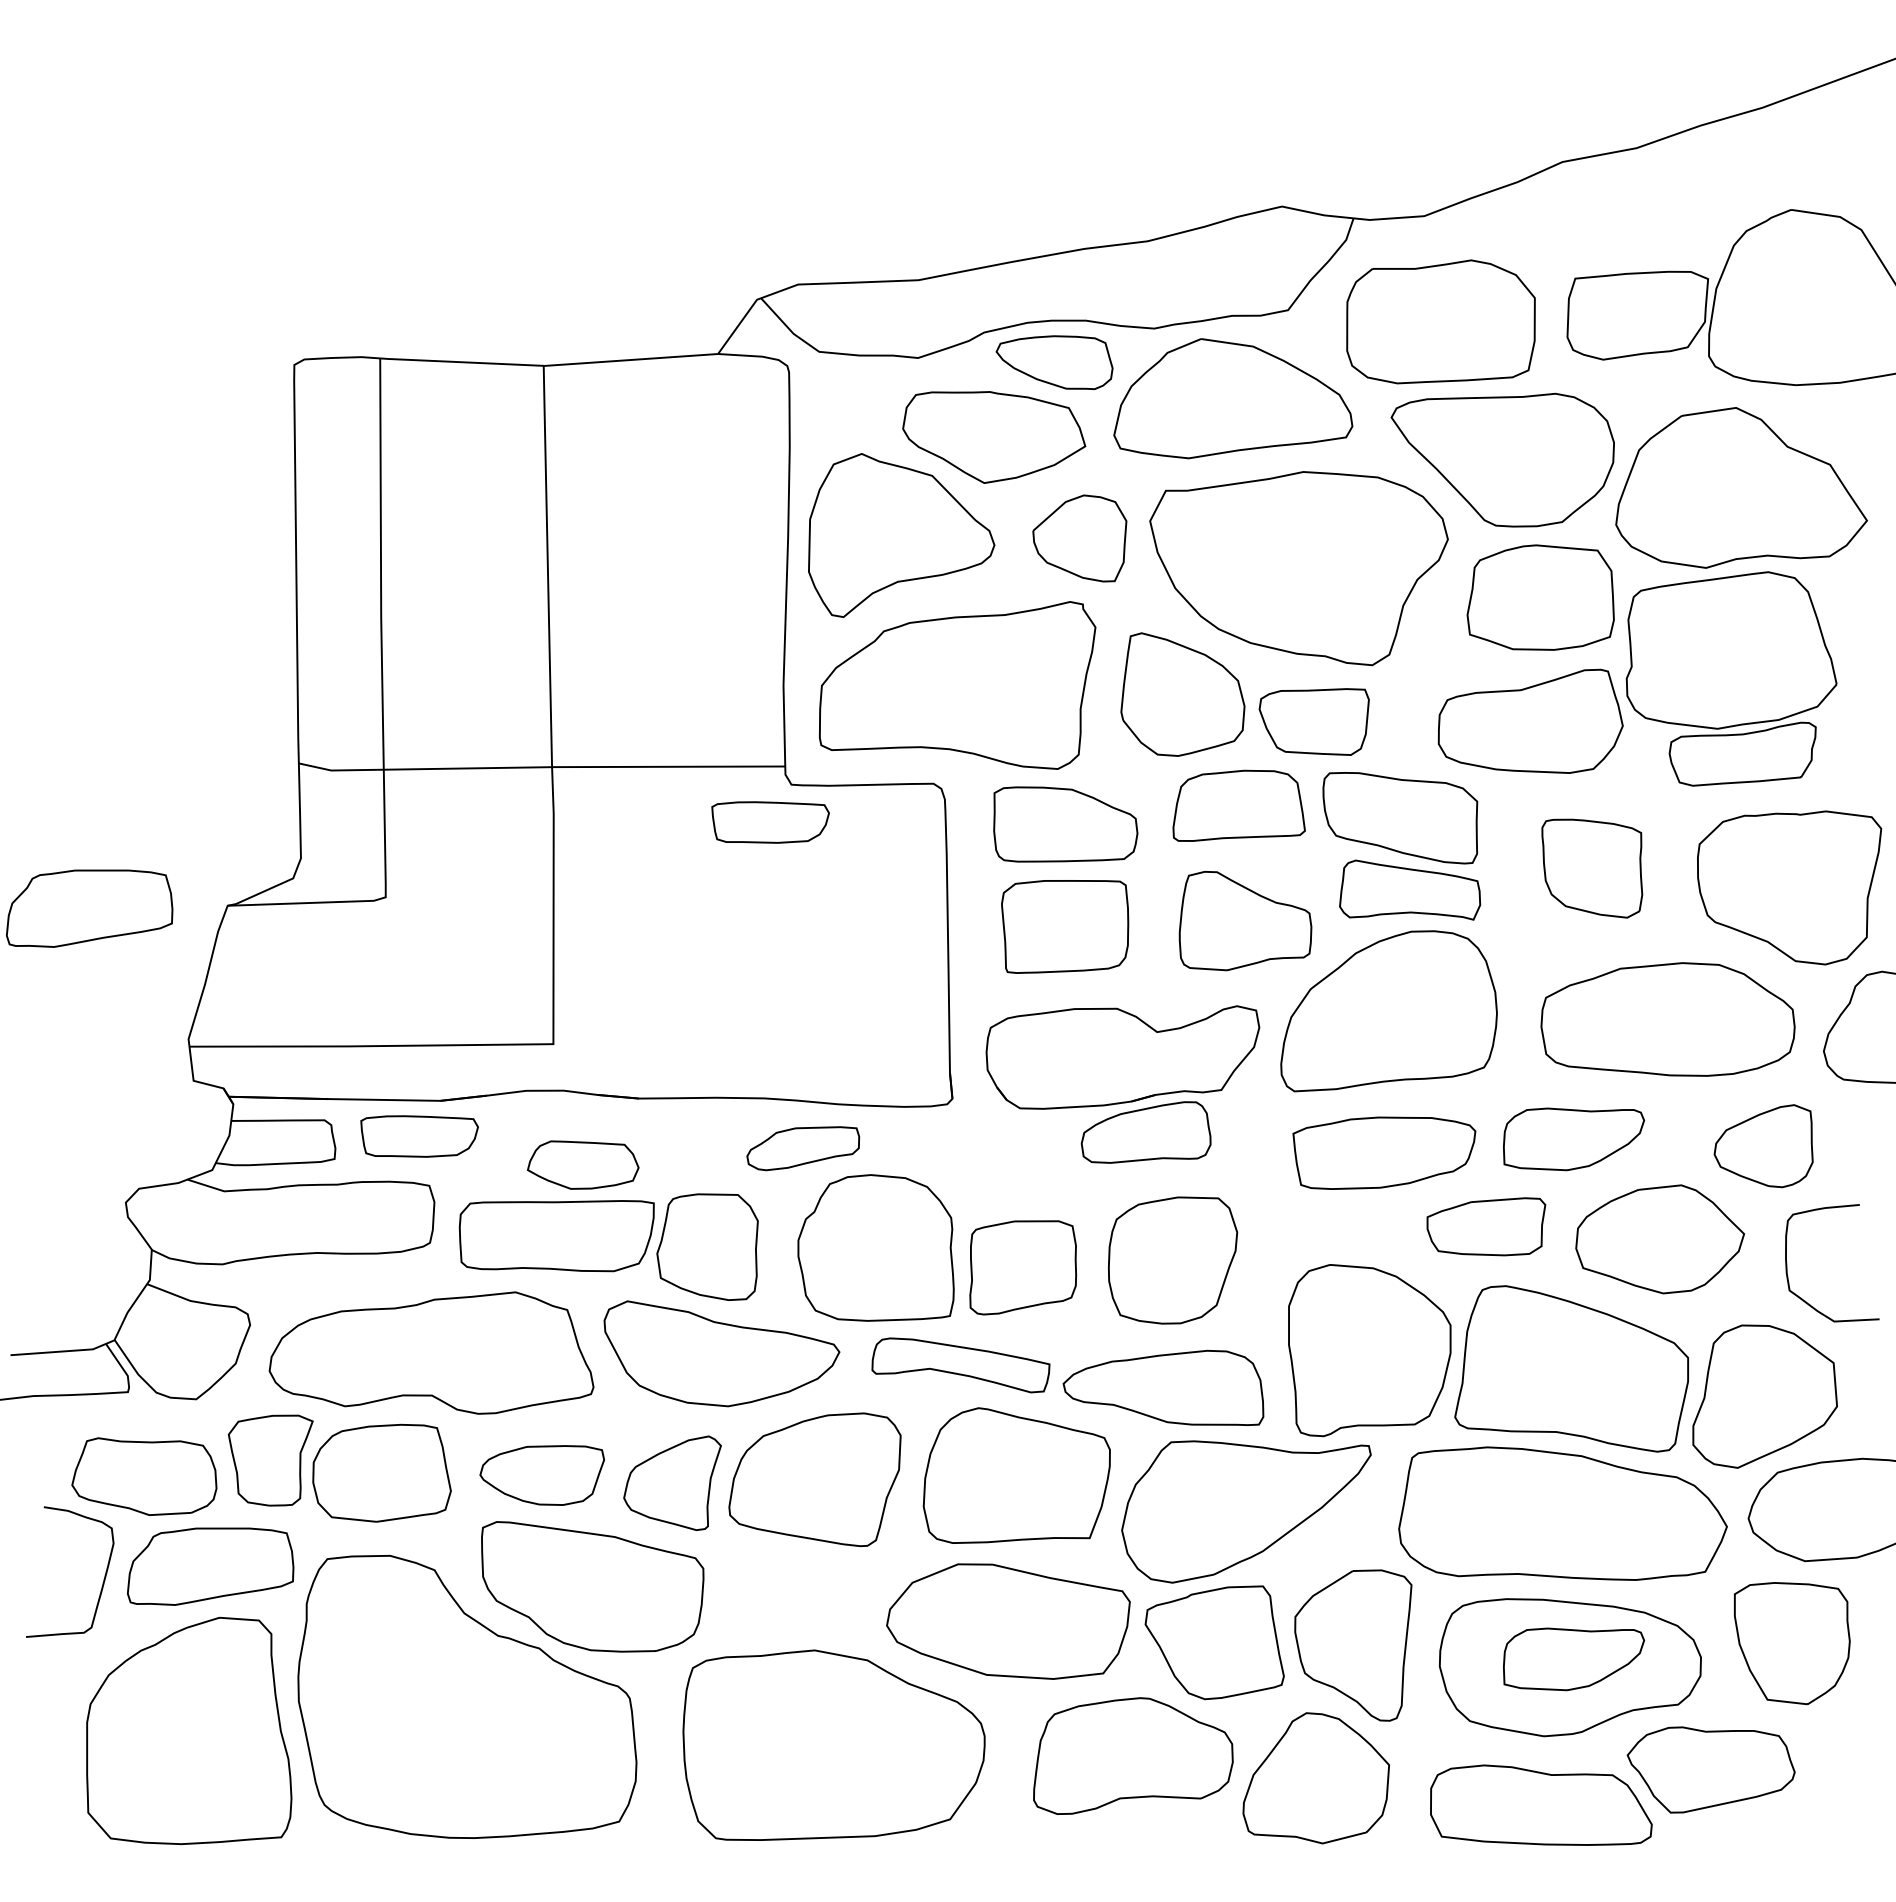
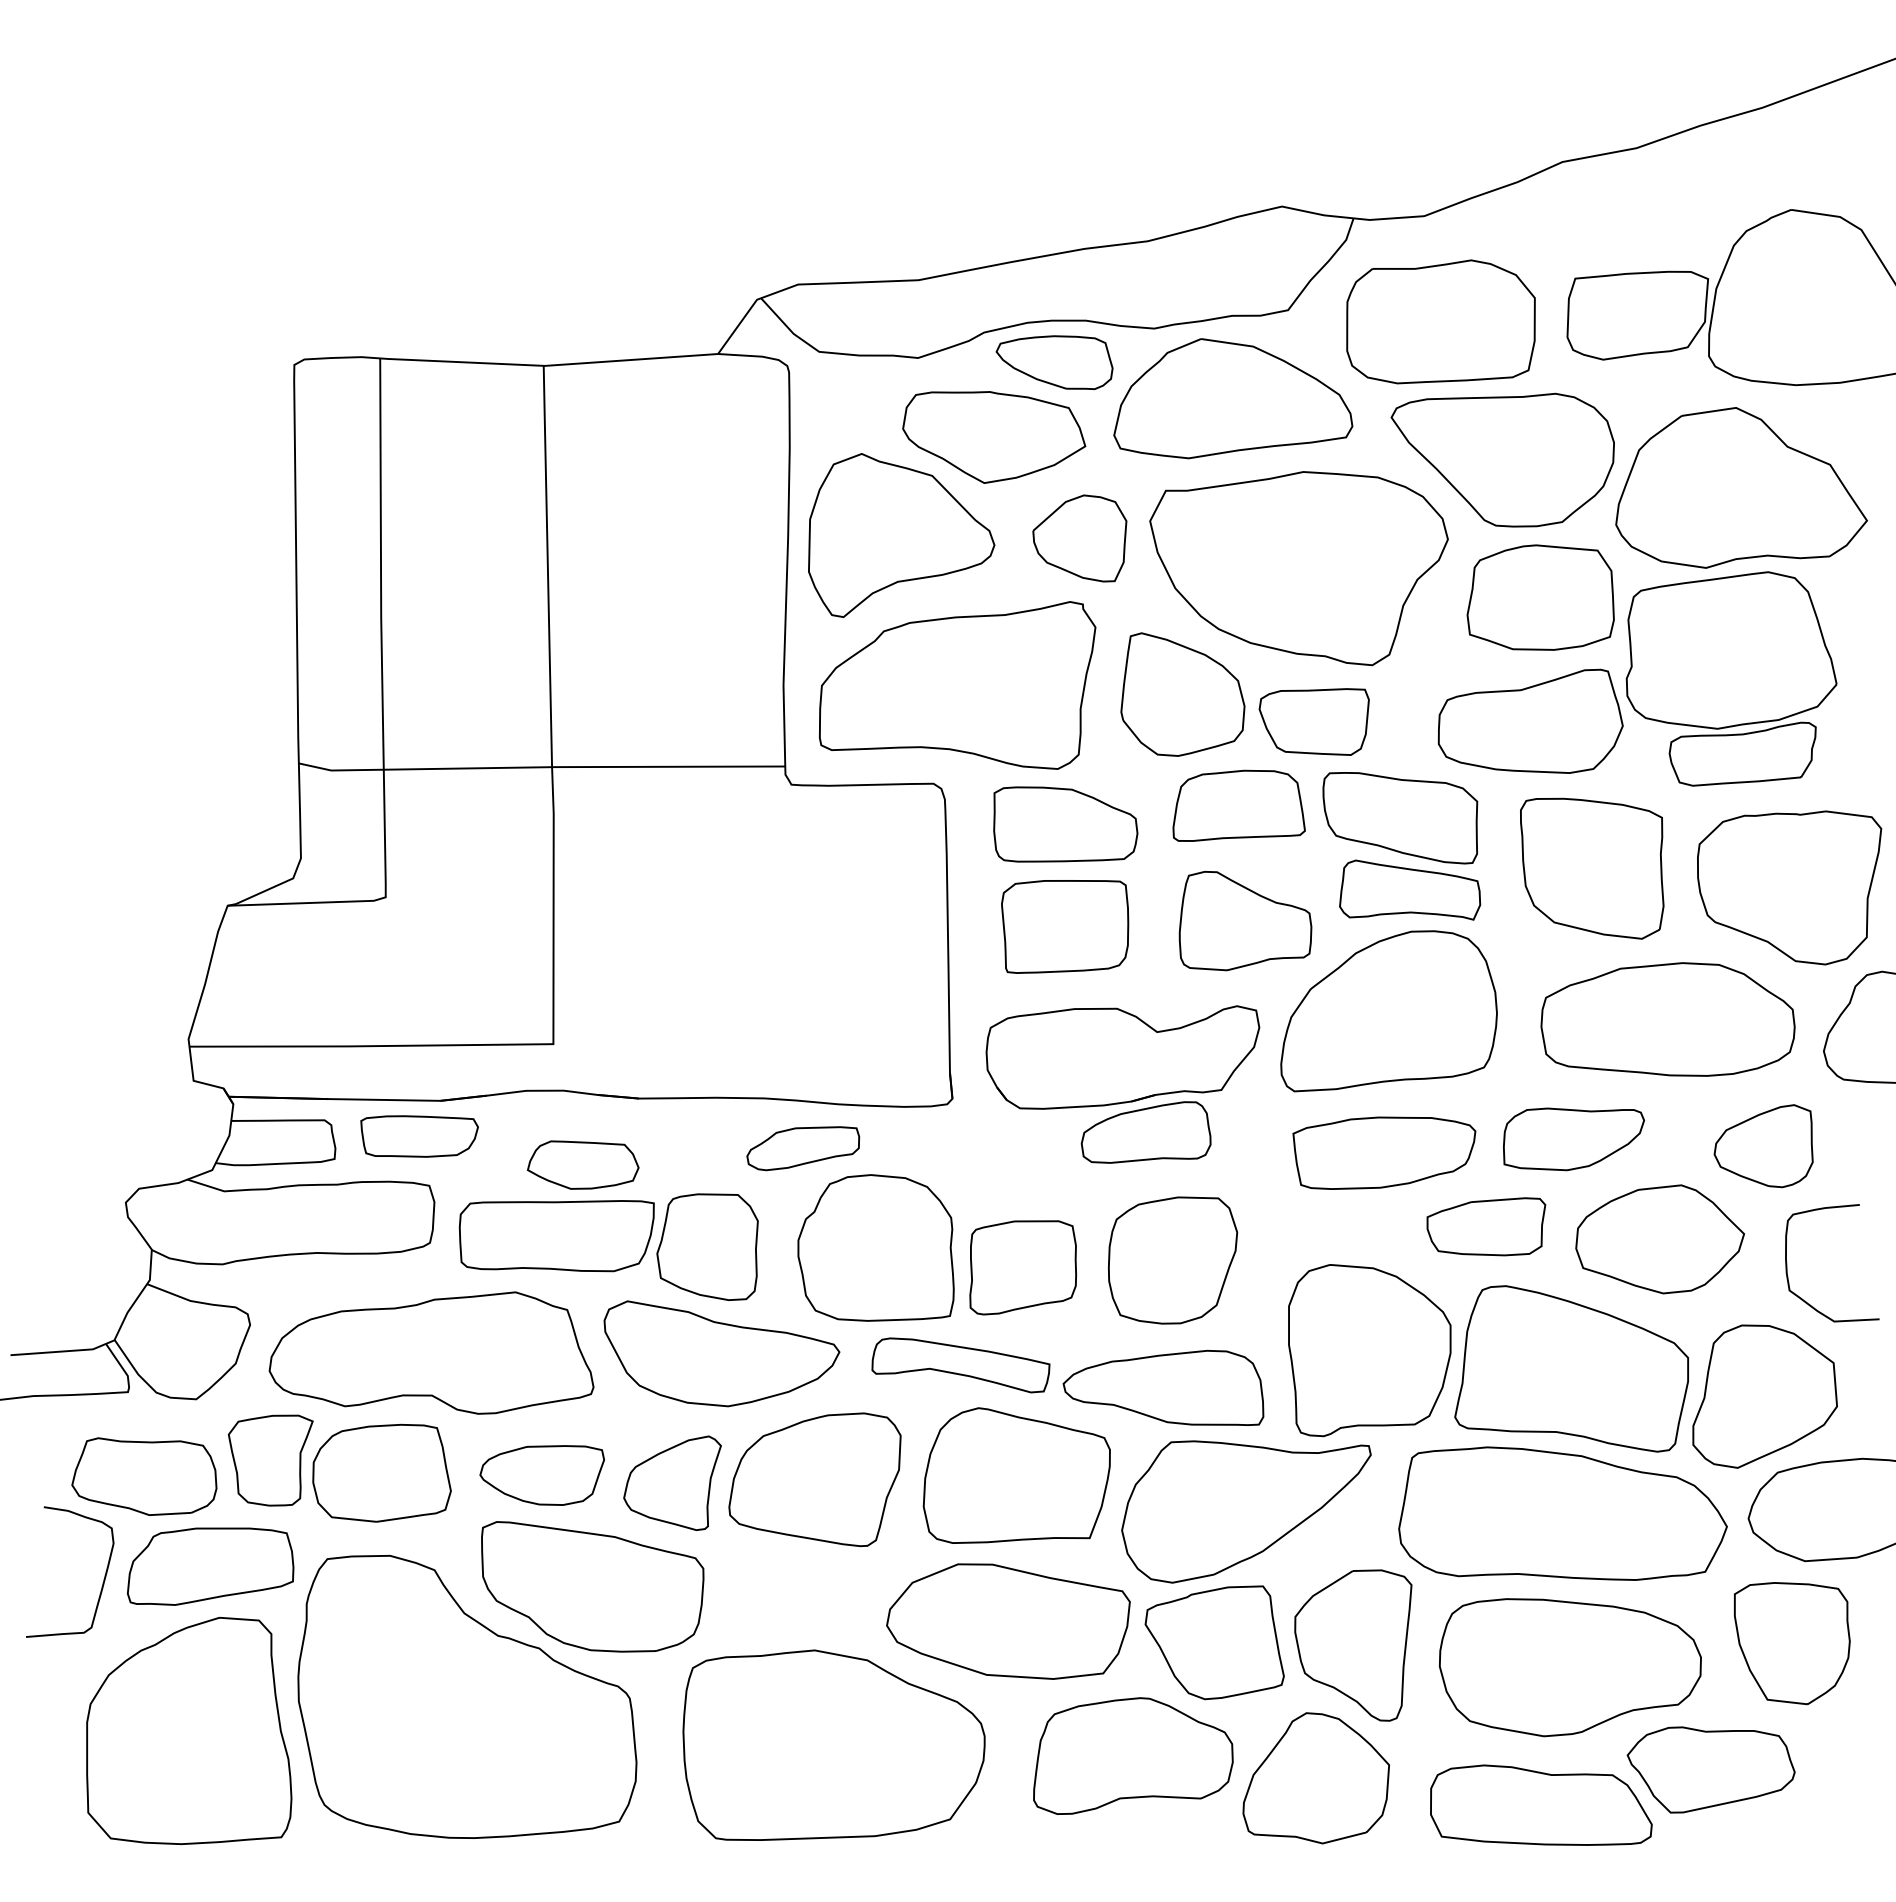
part at (770, 822): present -> none
part at (1592, 868) size: 103x101 px -> 145x143 px
part at (89, 908): present -> none
part at (1574, 1659): present -> none
